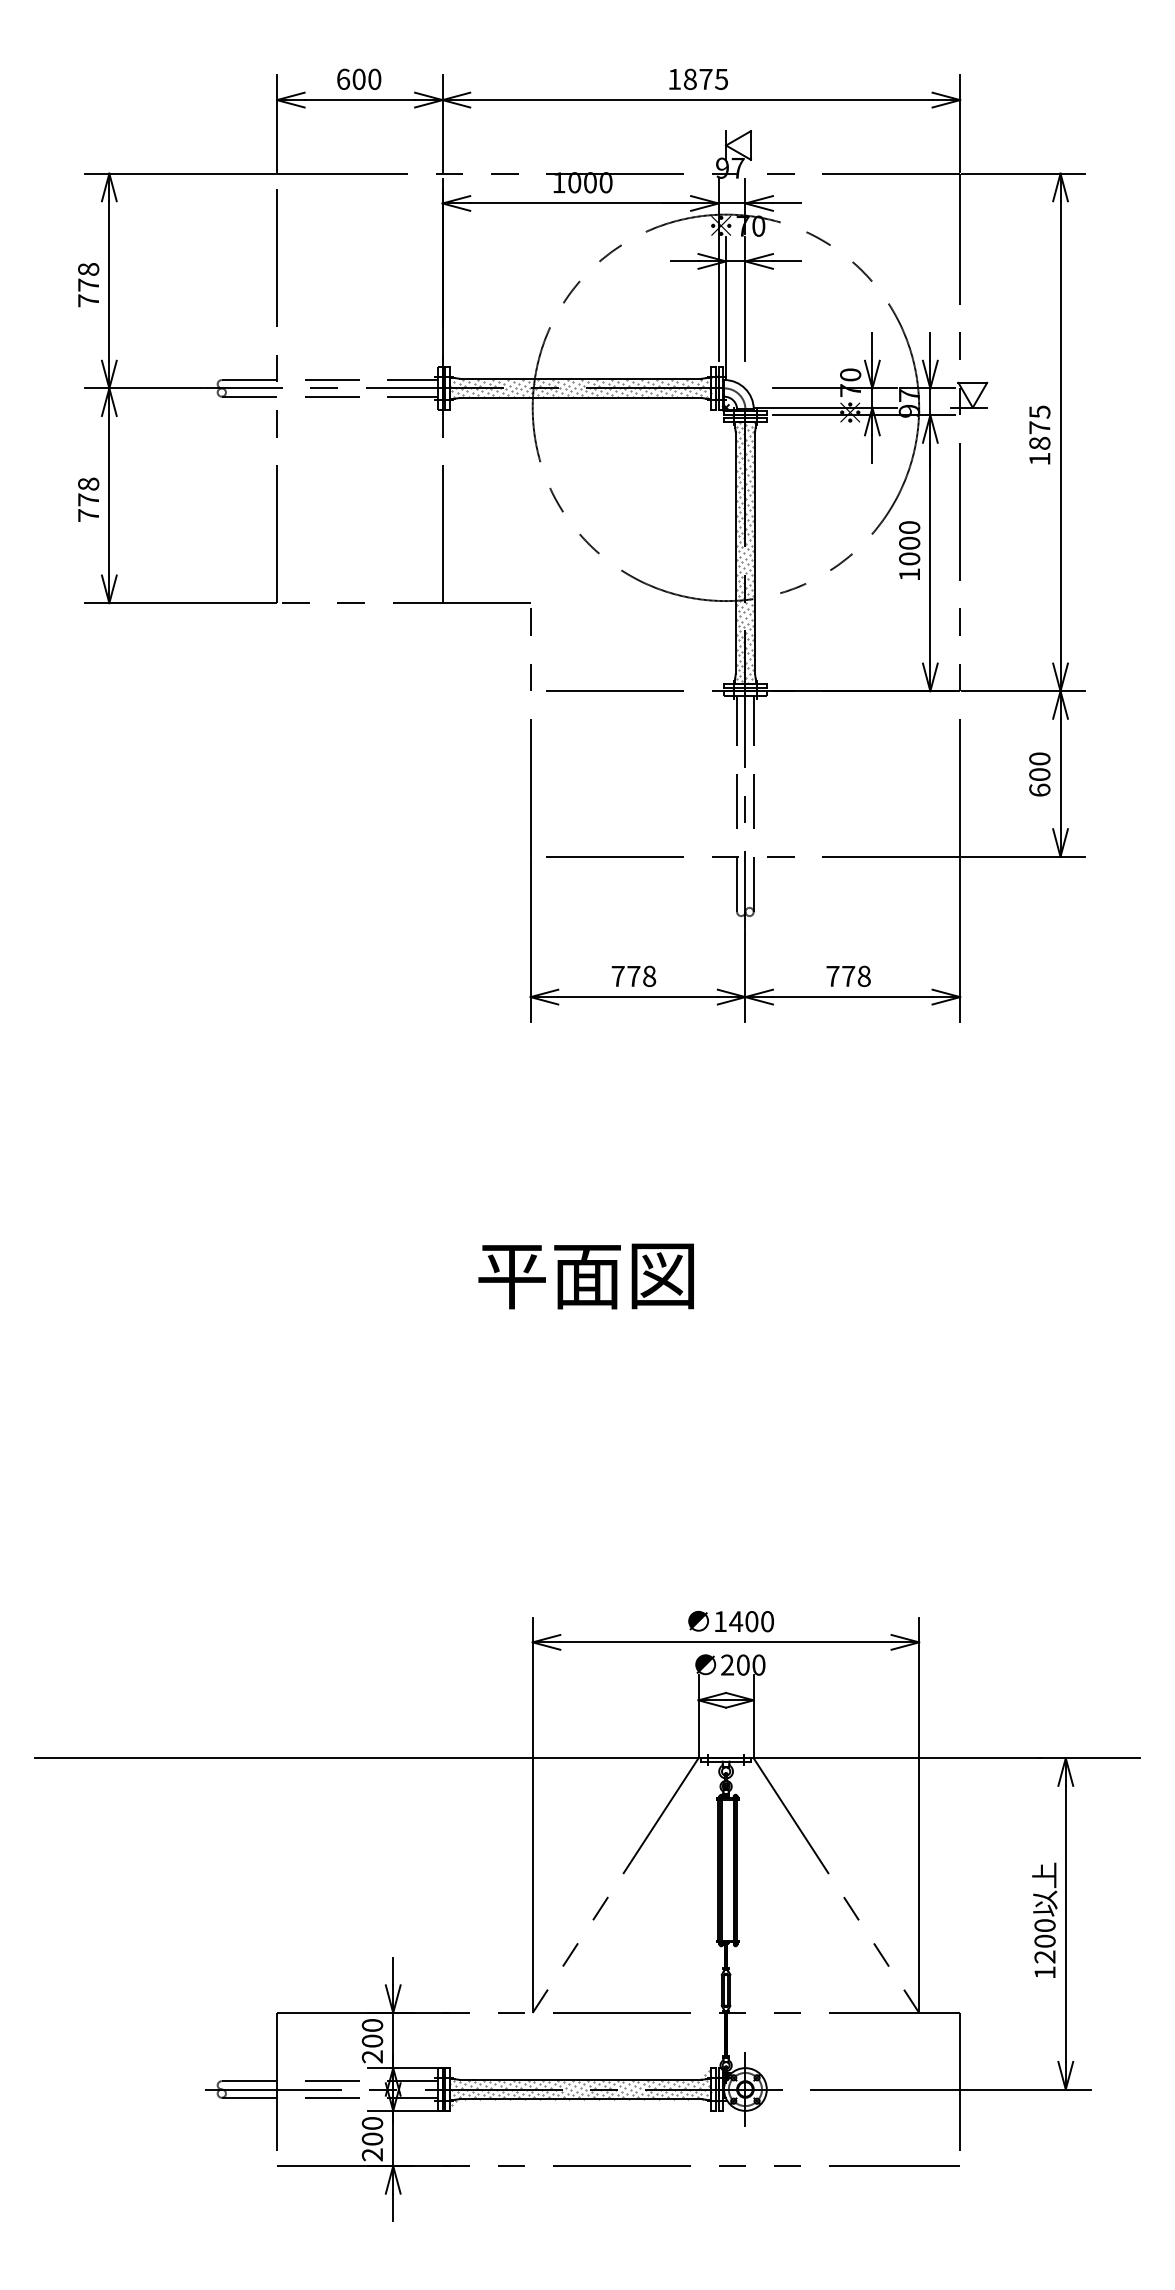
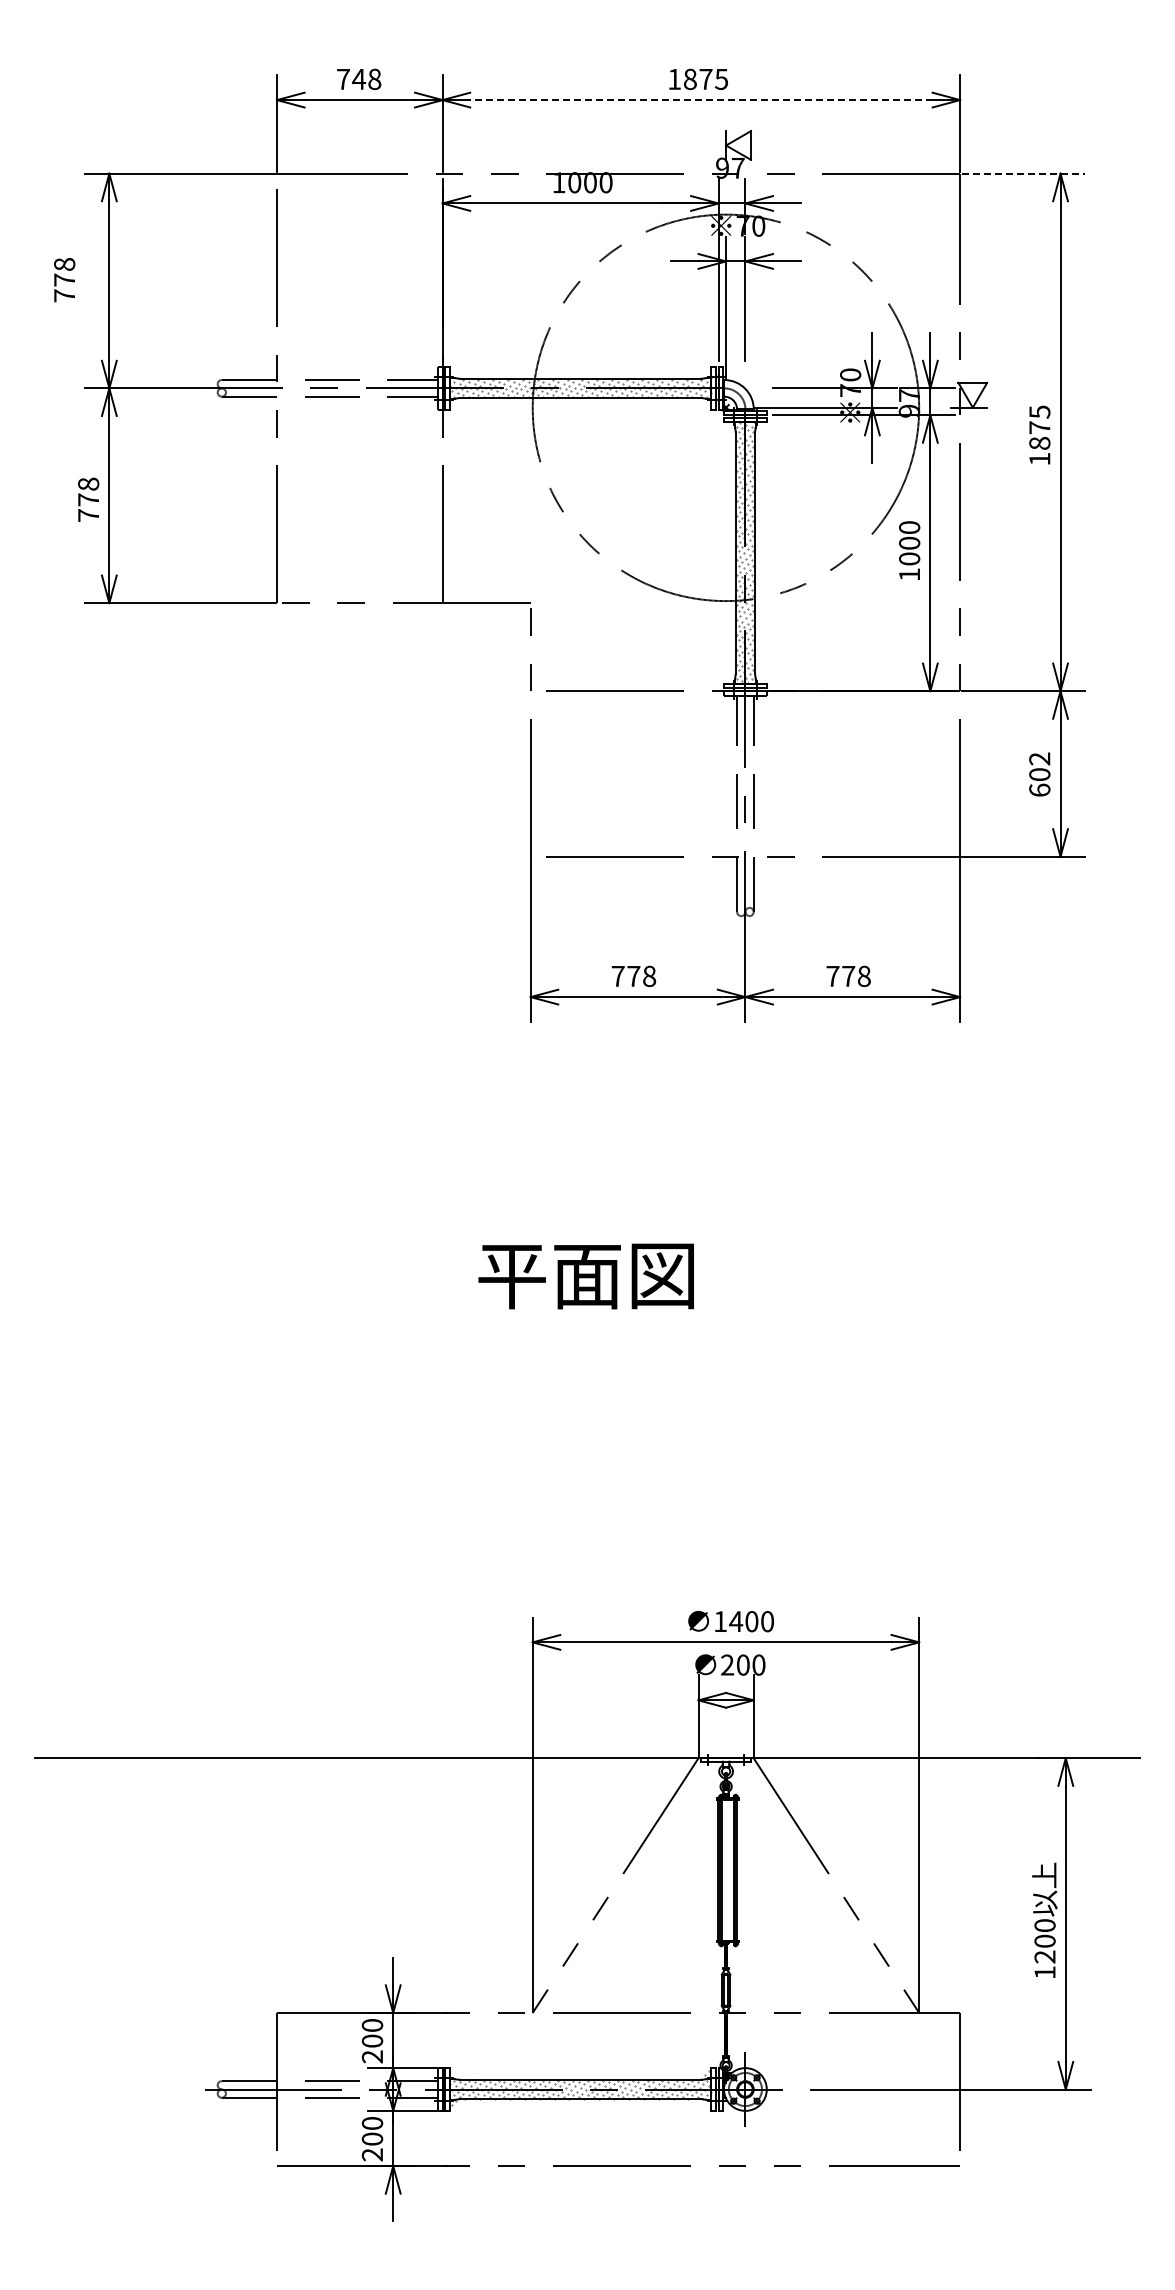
text at (359, 78): 600 -> 748
line at (700, 100): solid -> dashed
line at (1023, 173): solid -> dashed
text at (88, 285) position: (88, 285) -> (64, 280)
text at (1039, 758): 600 -> 602
